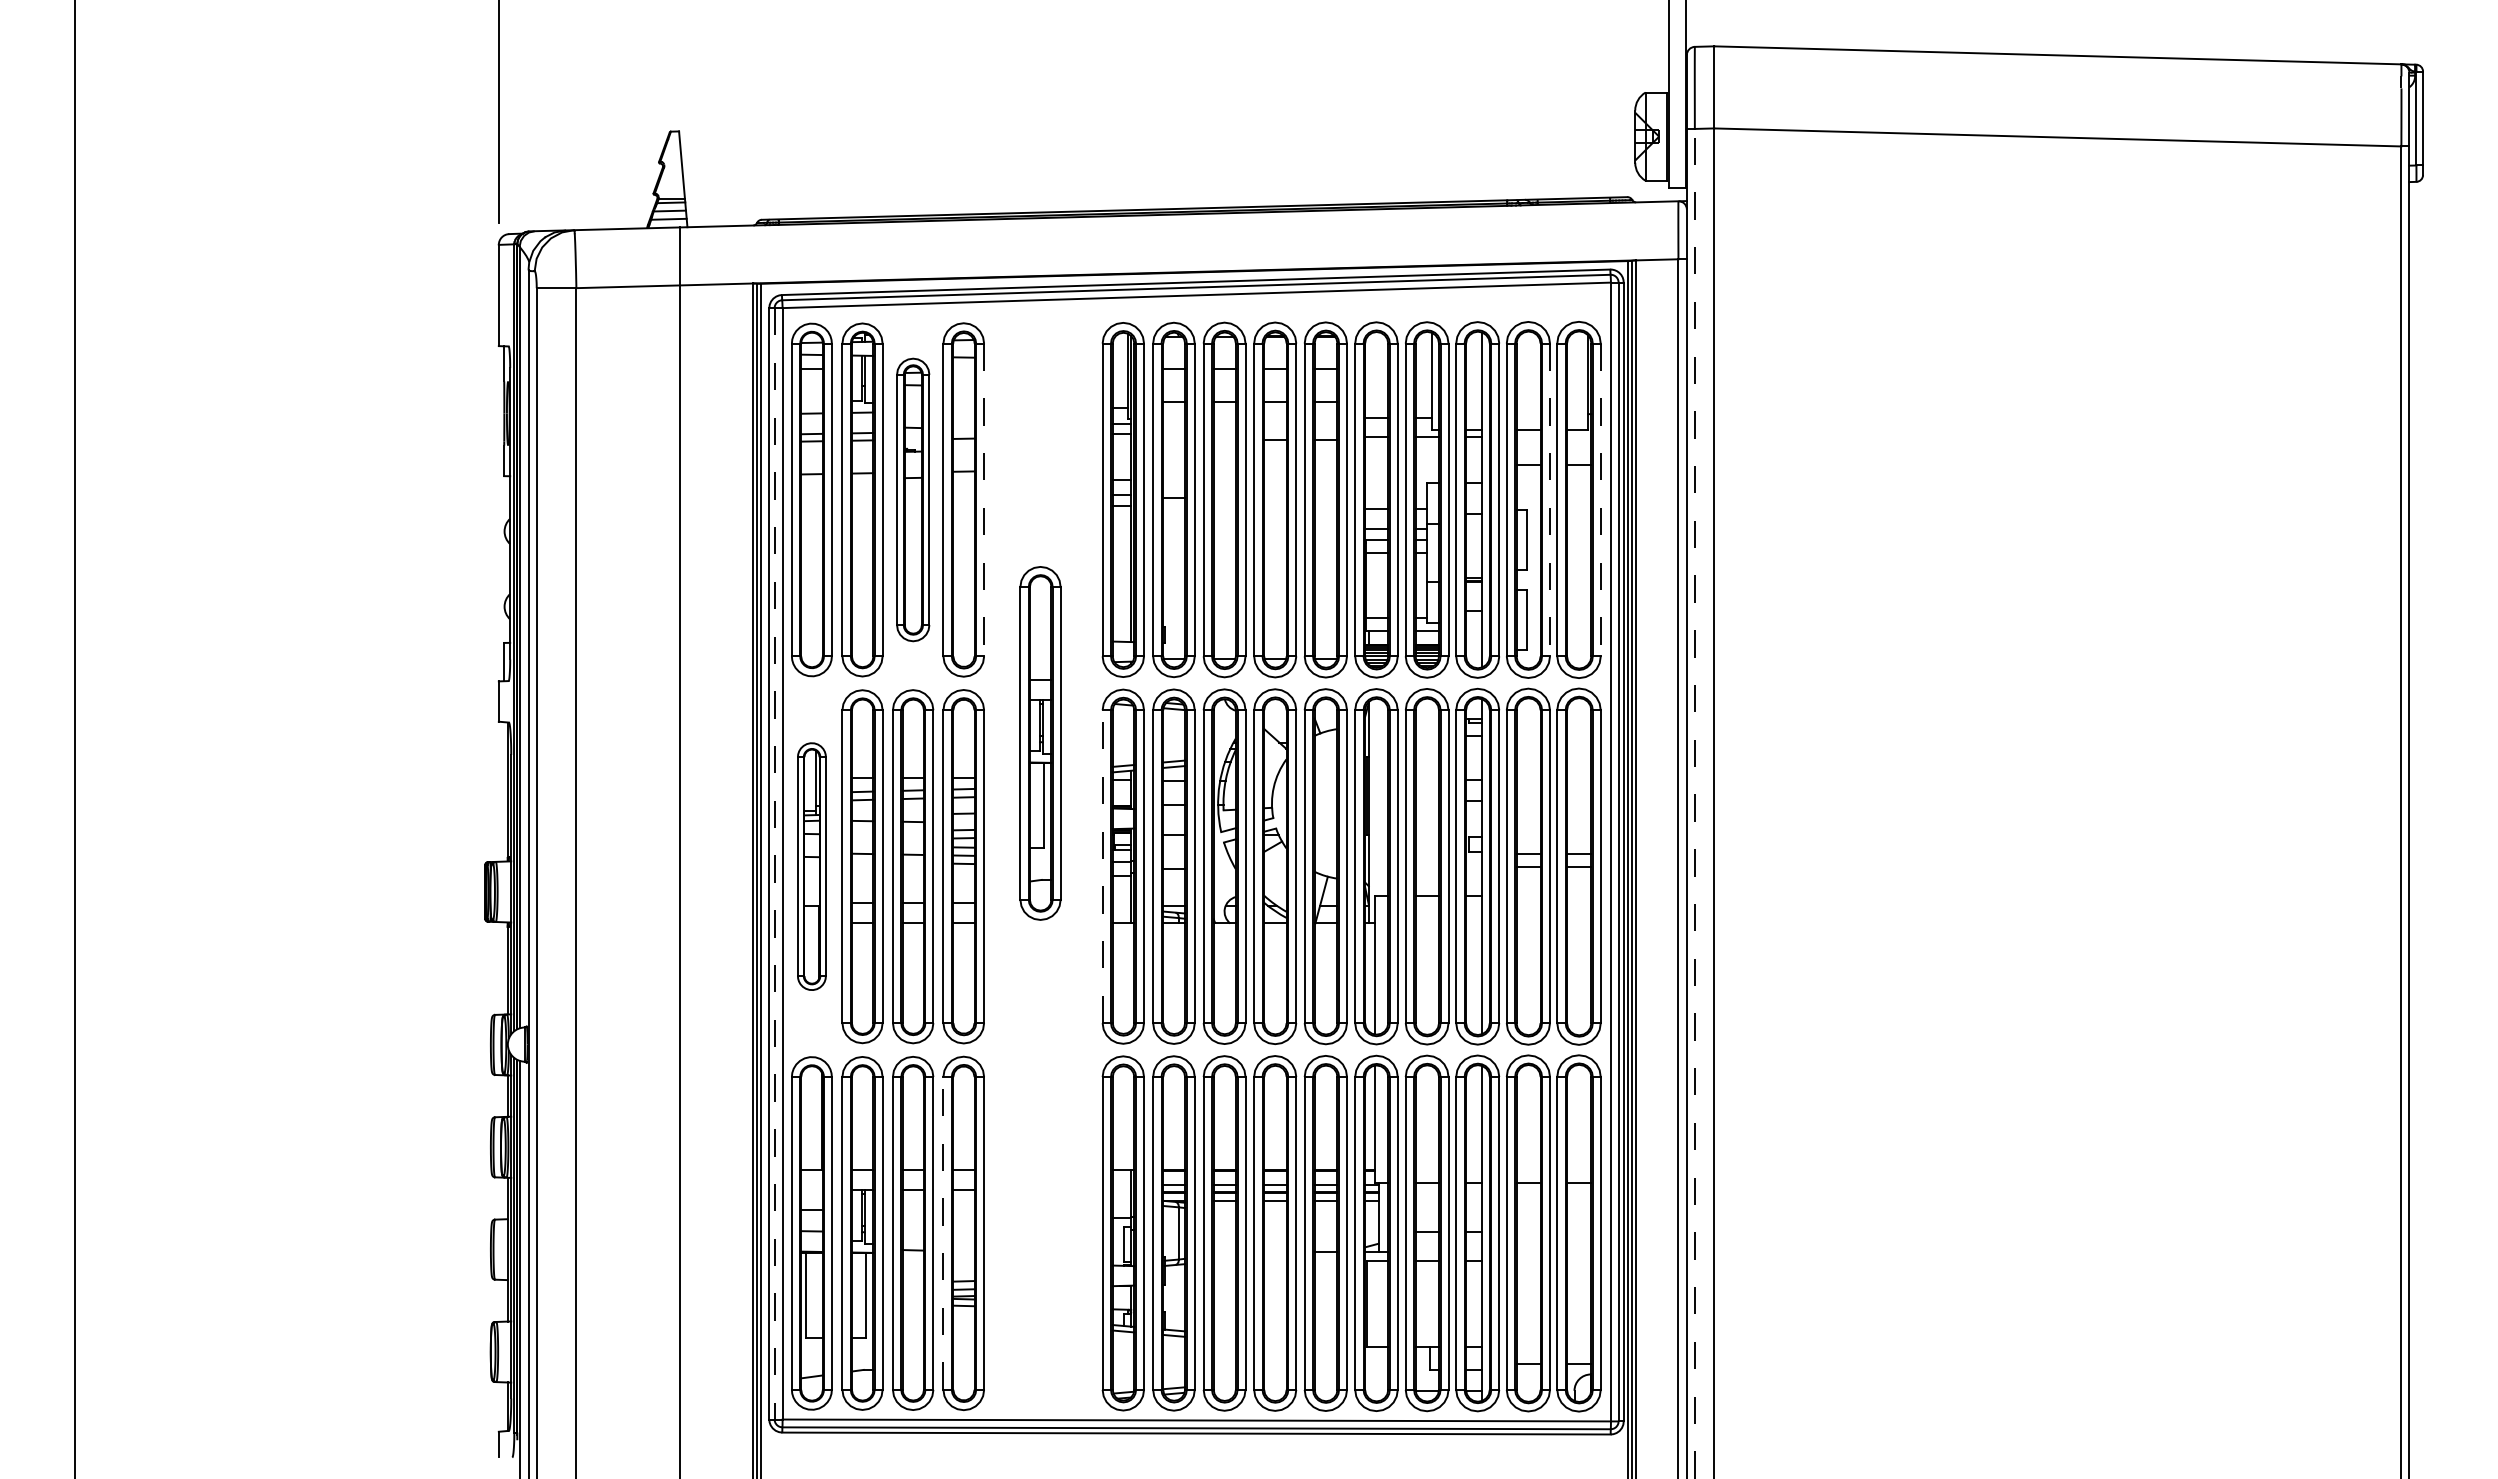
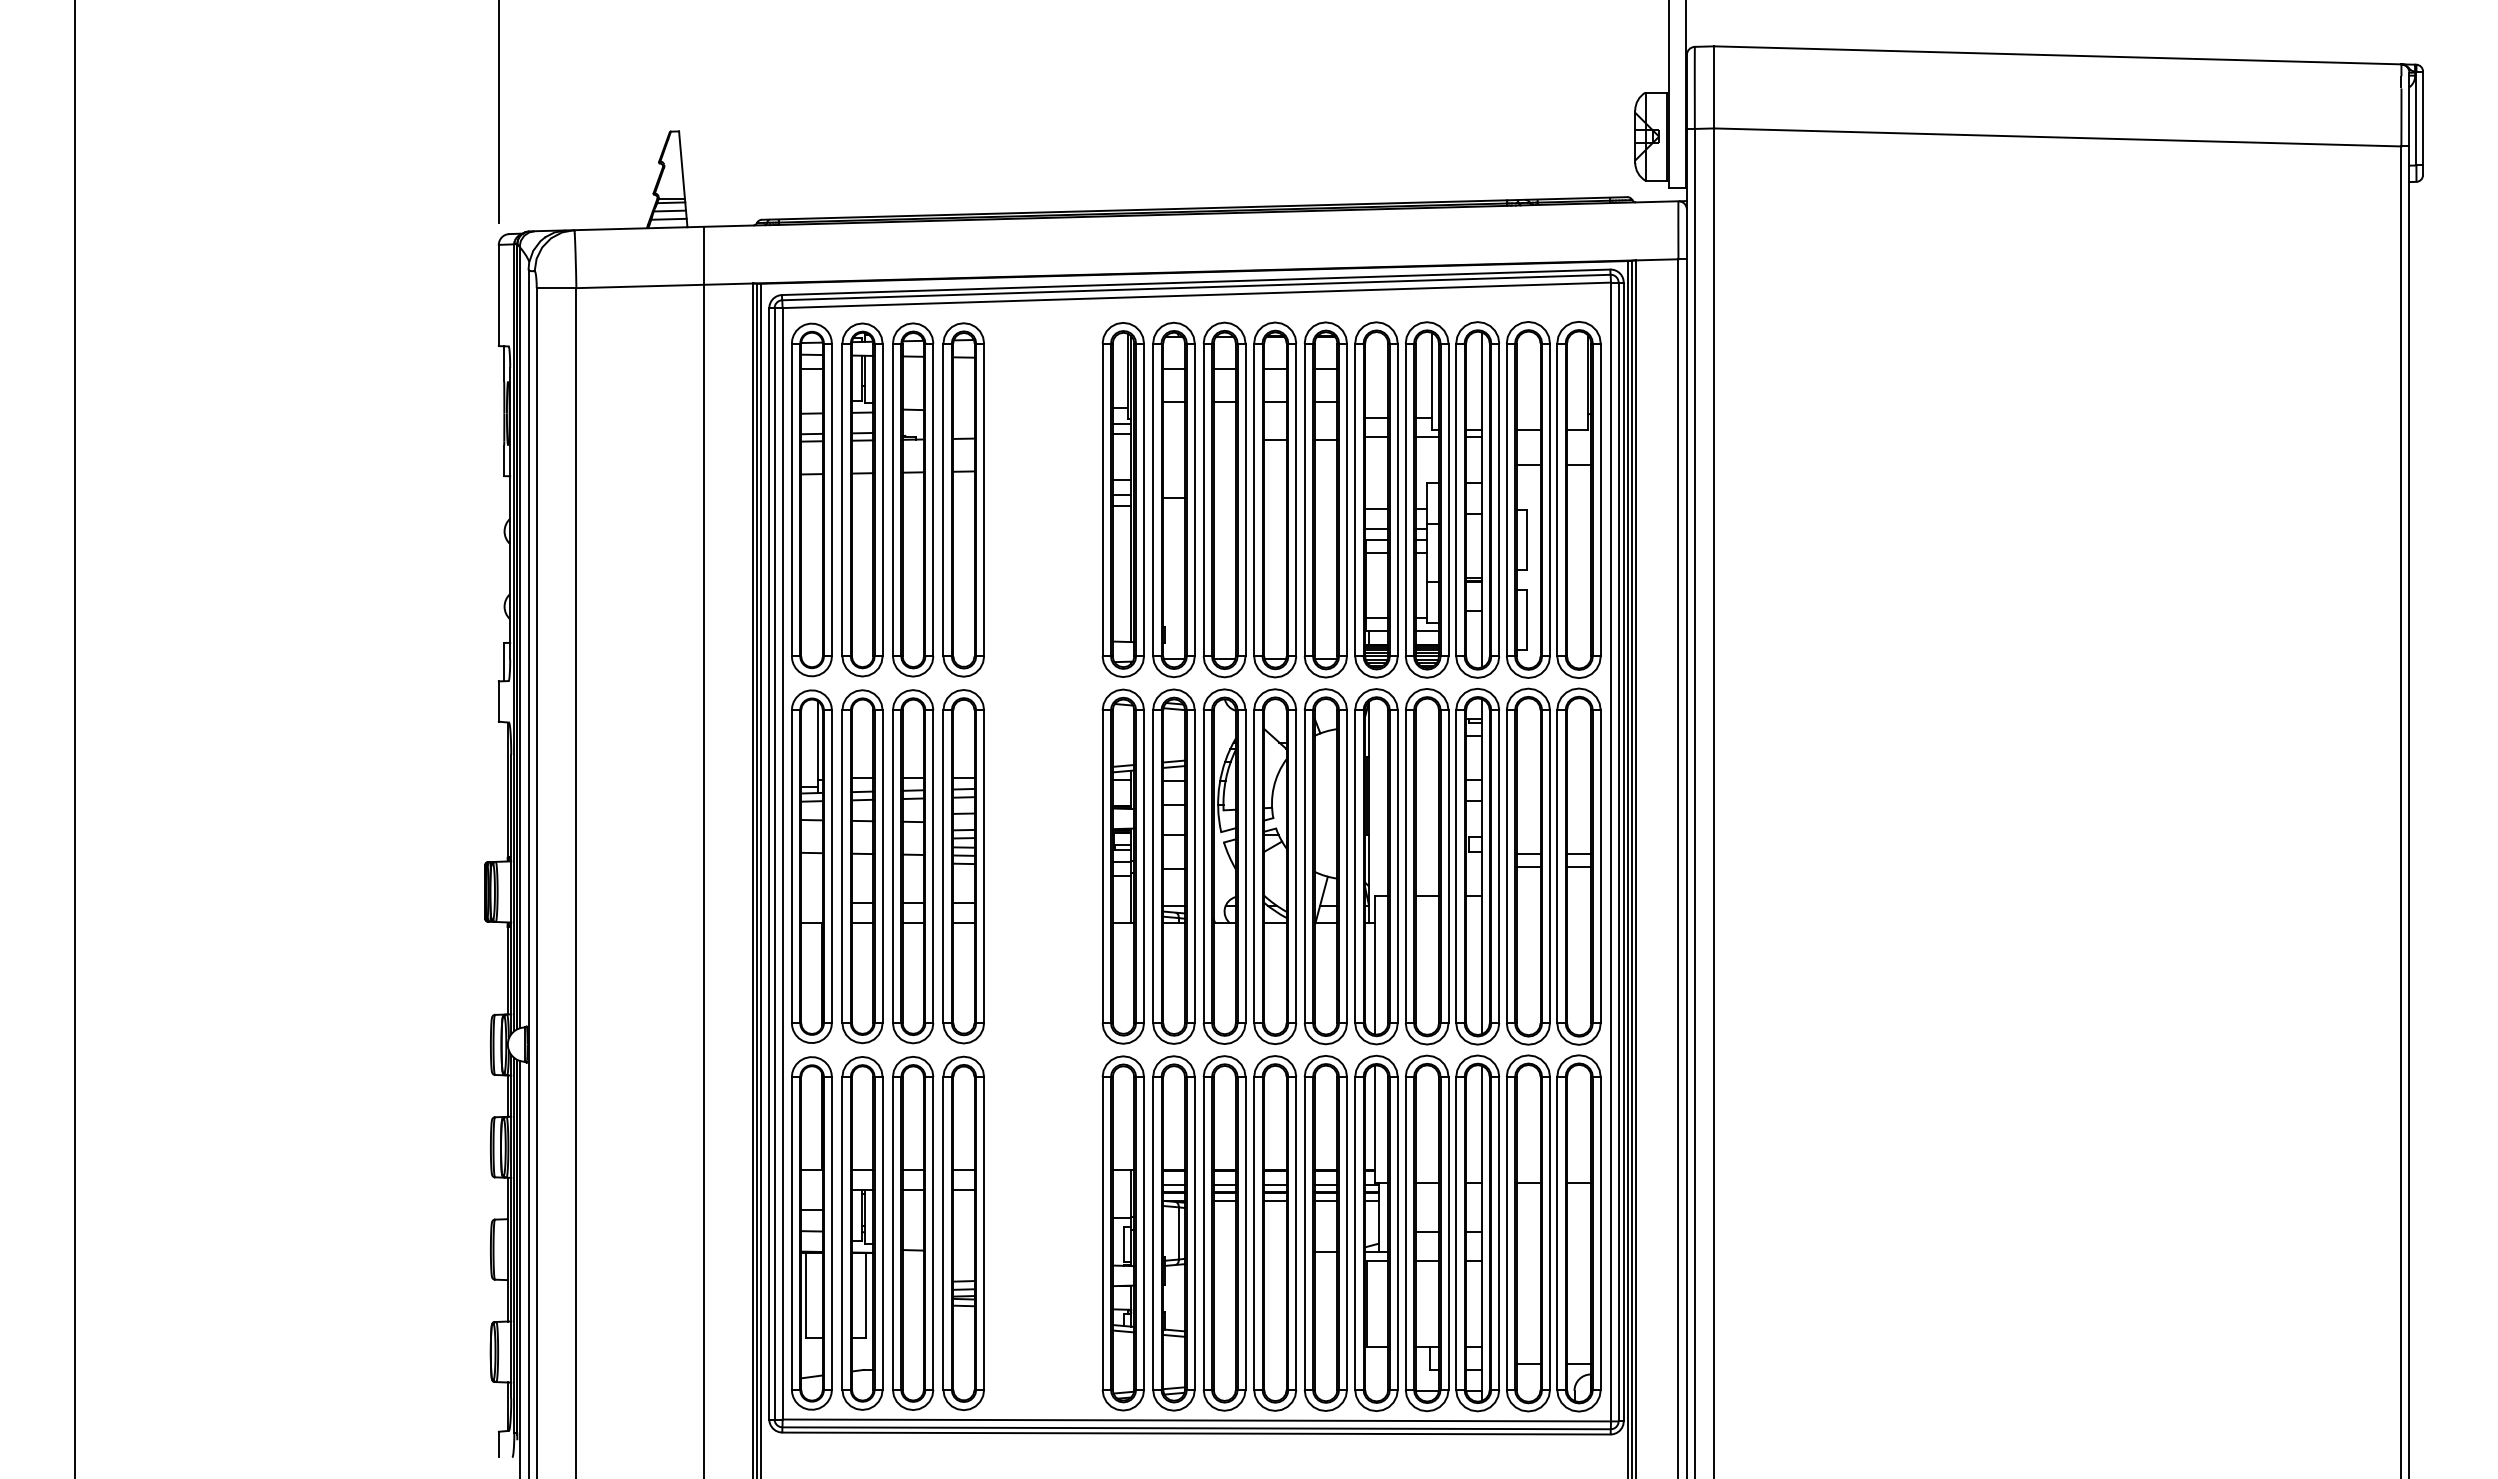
part at (913, 499) size: 35x286 px -> 43x356 px
line at (984, 500): dashed -> solid
line at (1550, 500): dashed -> solid
line at (1600, 500): dashed -> solid
part at (1040, 743): present -> none
line at (1694, 803): dashed -> solid
line at (680, 850) position: (680, 850) -> (704, 850)
line at (774, 863): dashed -> solid
part at (811, 866) size: 30x249 px -> 42x355 px
line at (1102, 866): dashed -> solid
line at (943, 1232): dashed -> solid
